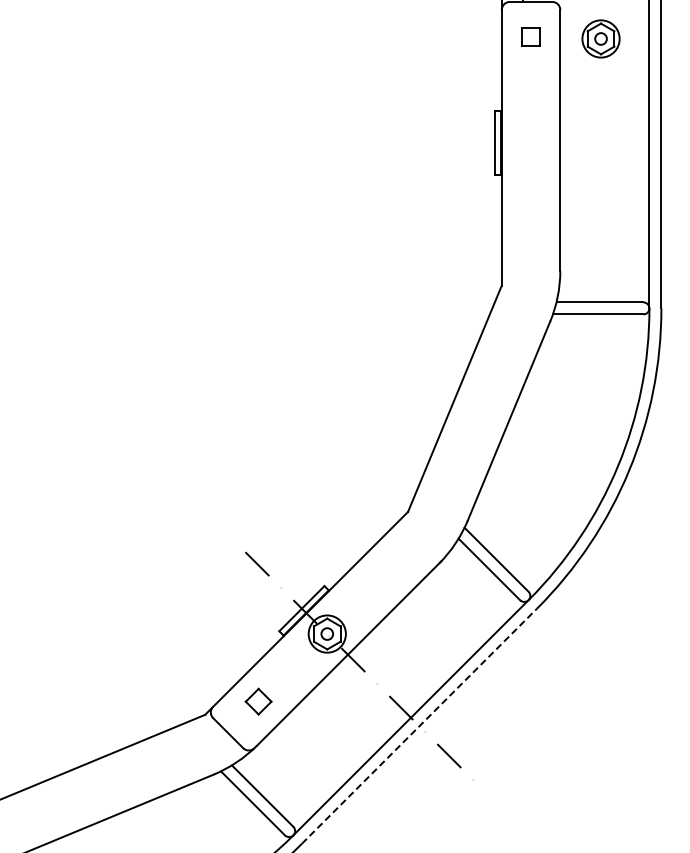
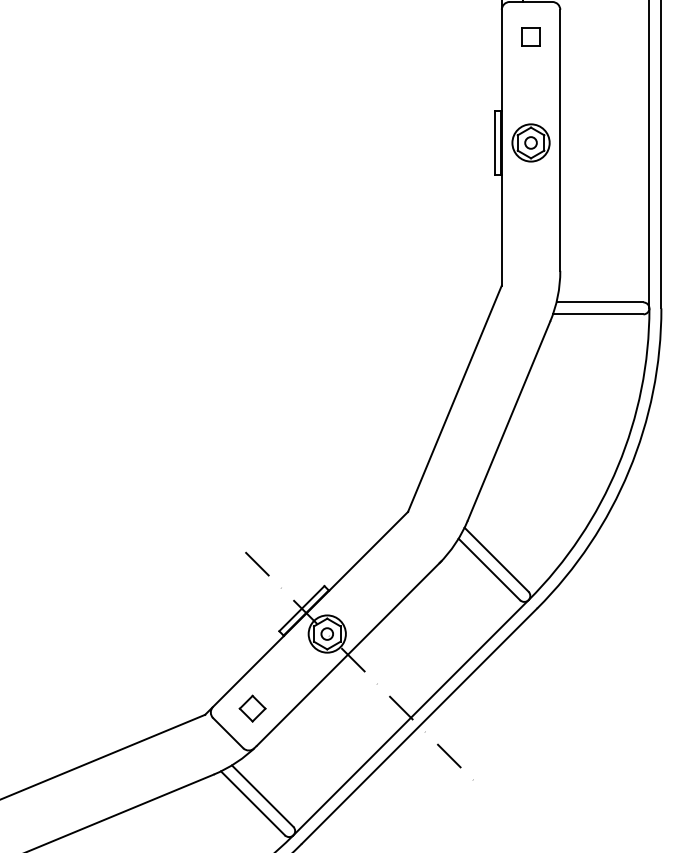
part at (600, 38) position: (600, 38) -> (530, 142)
part at (258, 701) position: (258, 701) -> (252, 708)
line at (419, 725): dashed -> solid
